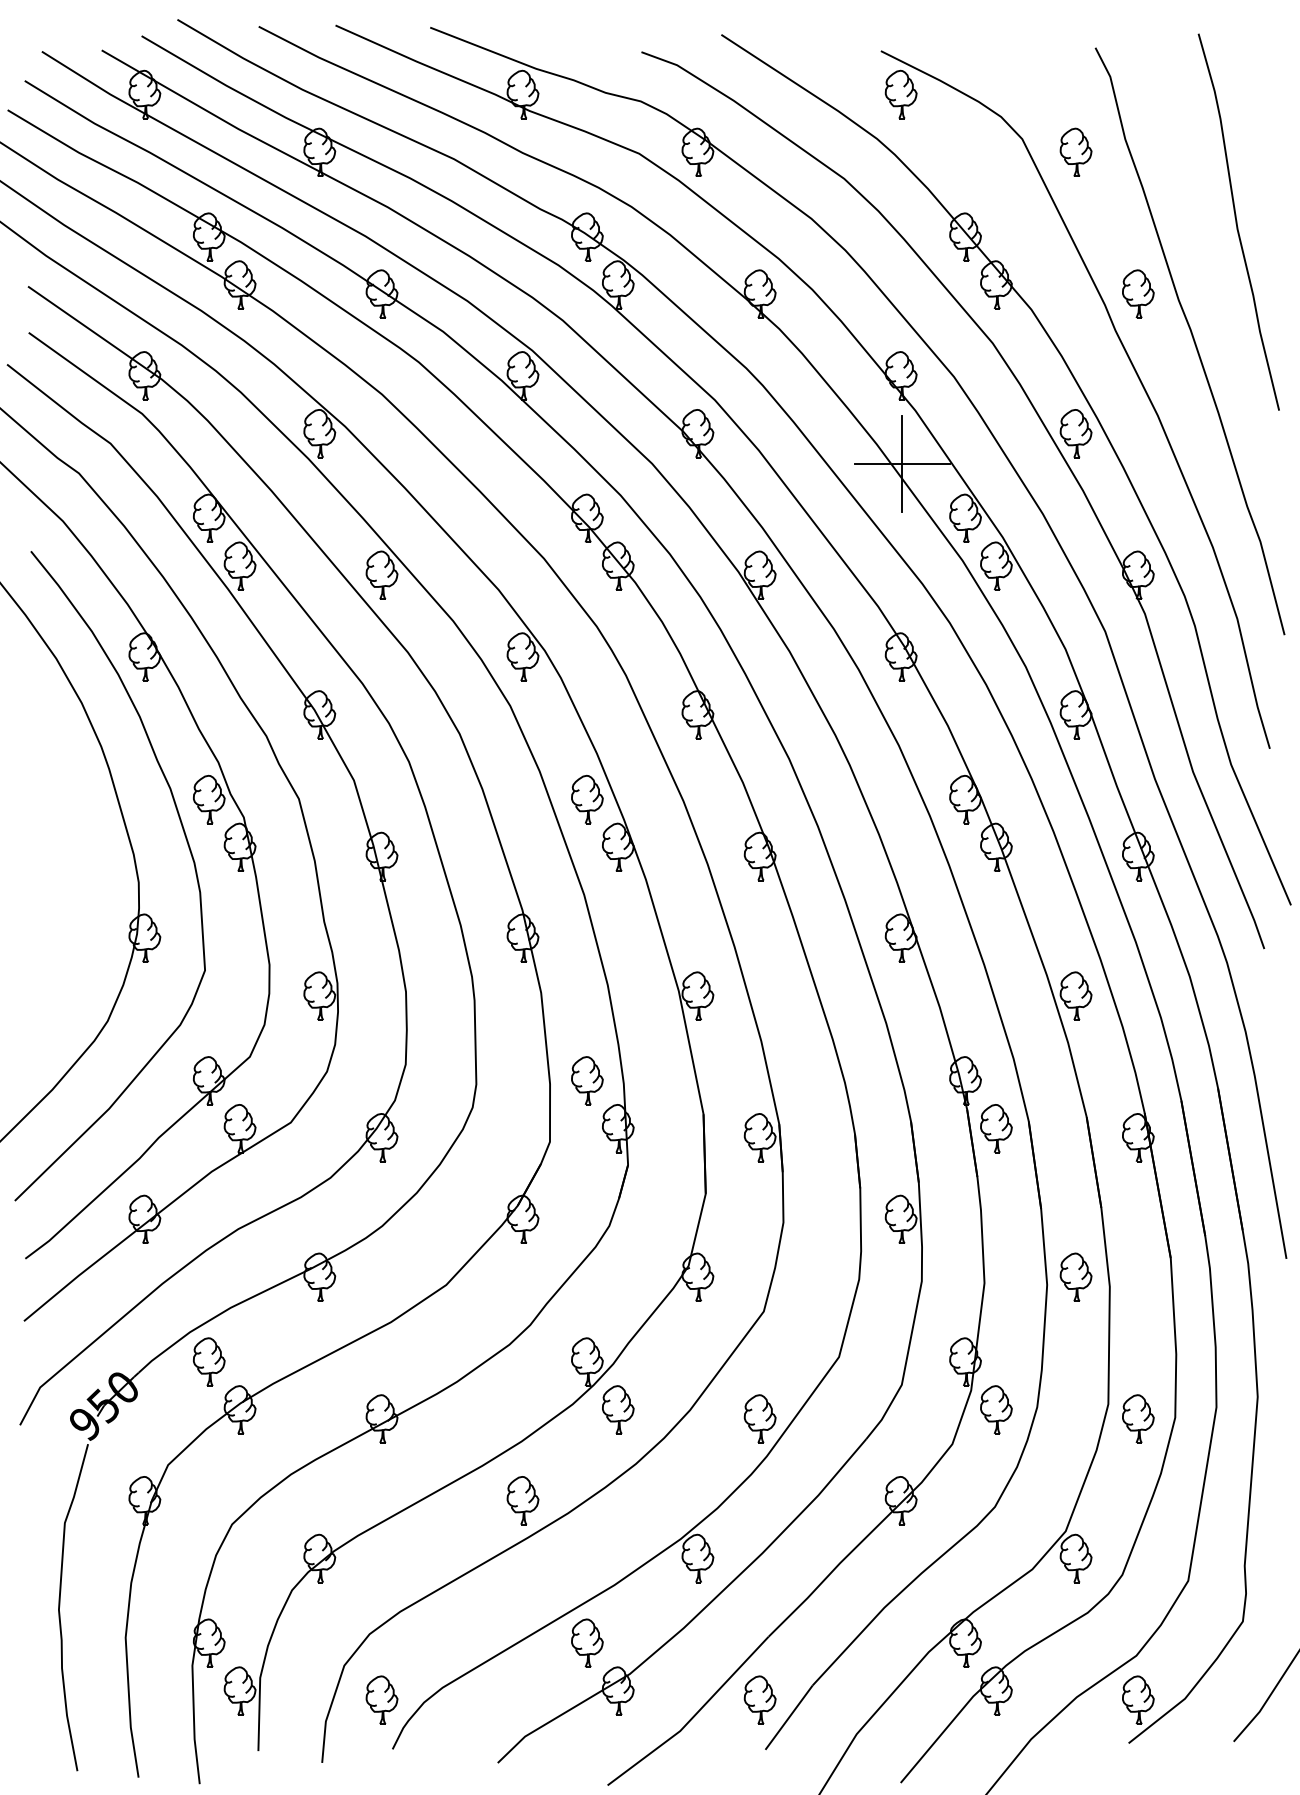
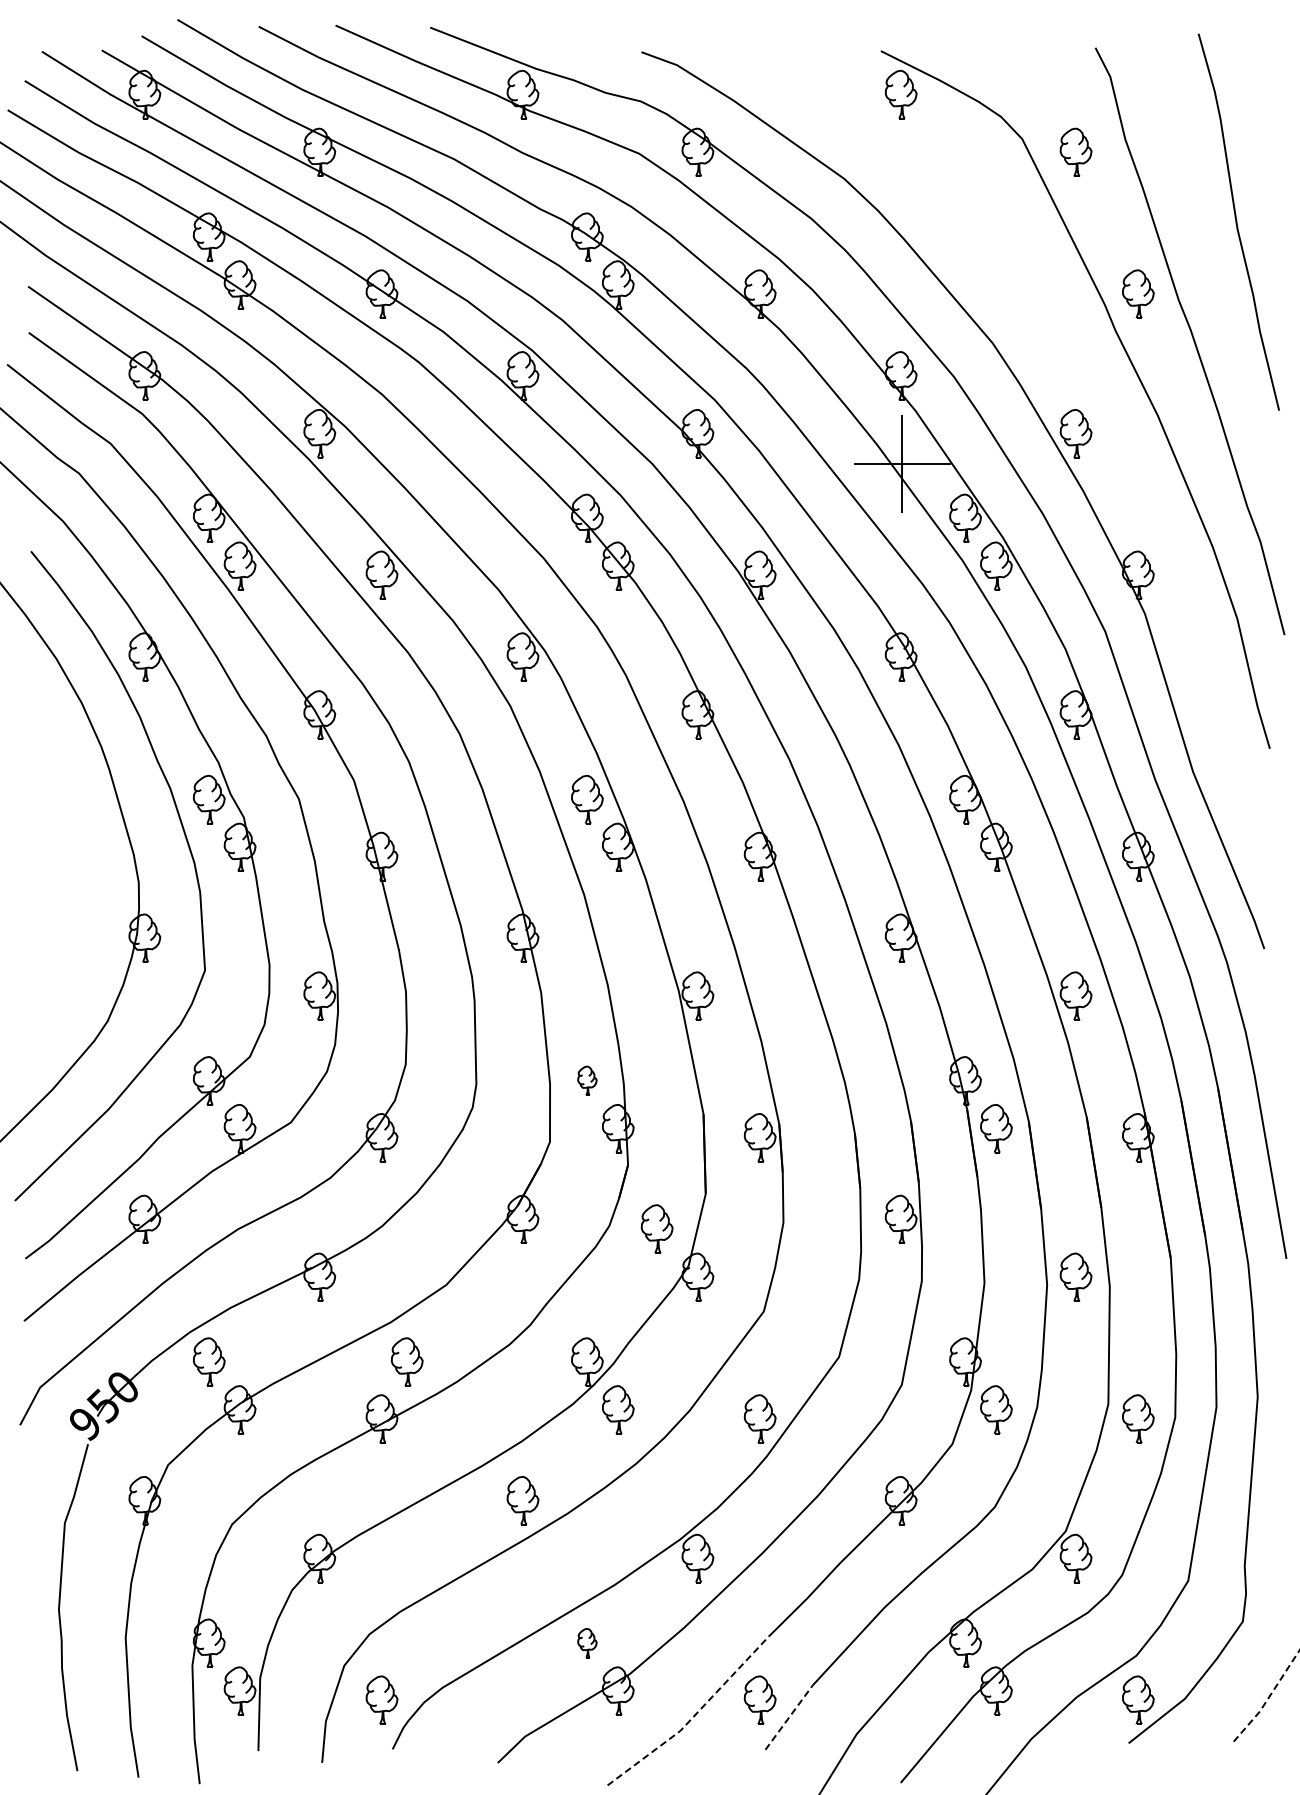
part at (1098, 423): present -> none
part at (587, 1080) size: 33x50 px -> 21x31 px
part at (656, 1228): none -> present
part at (407, 1361): none -> present
part at (587, 1642) size: 33x50 px -> 21x31 px
line at (1268, 1697): solid -> dashed
line at (693, 1717): solid -> dashed
line at (789, 1717): solid -> dashed
